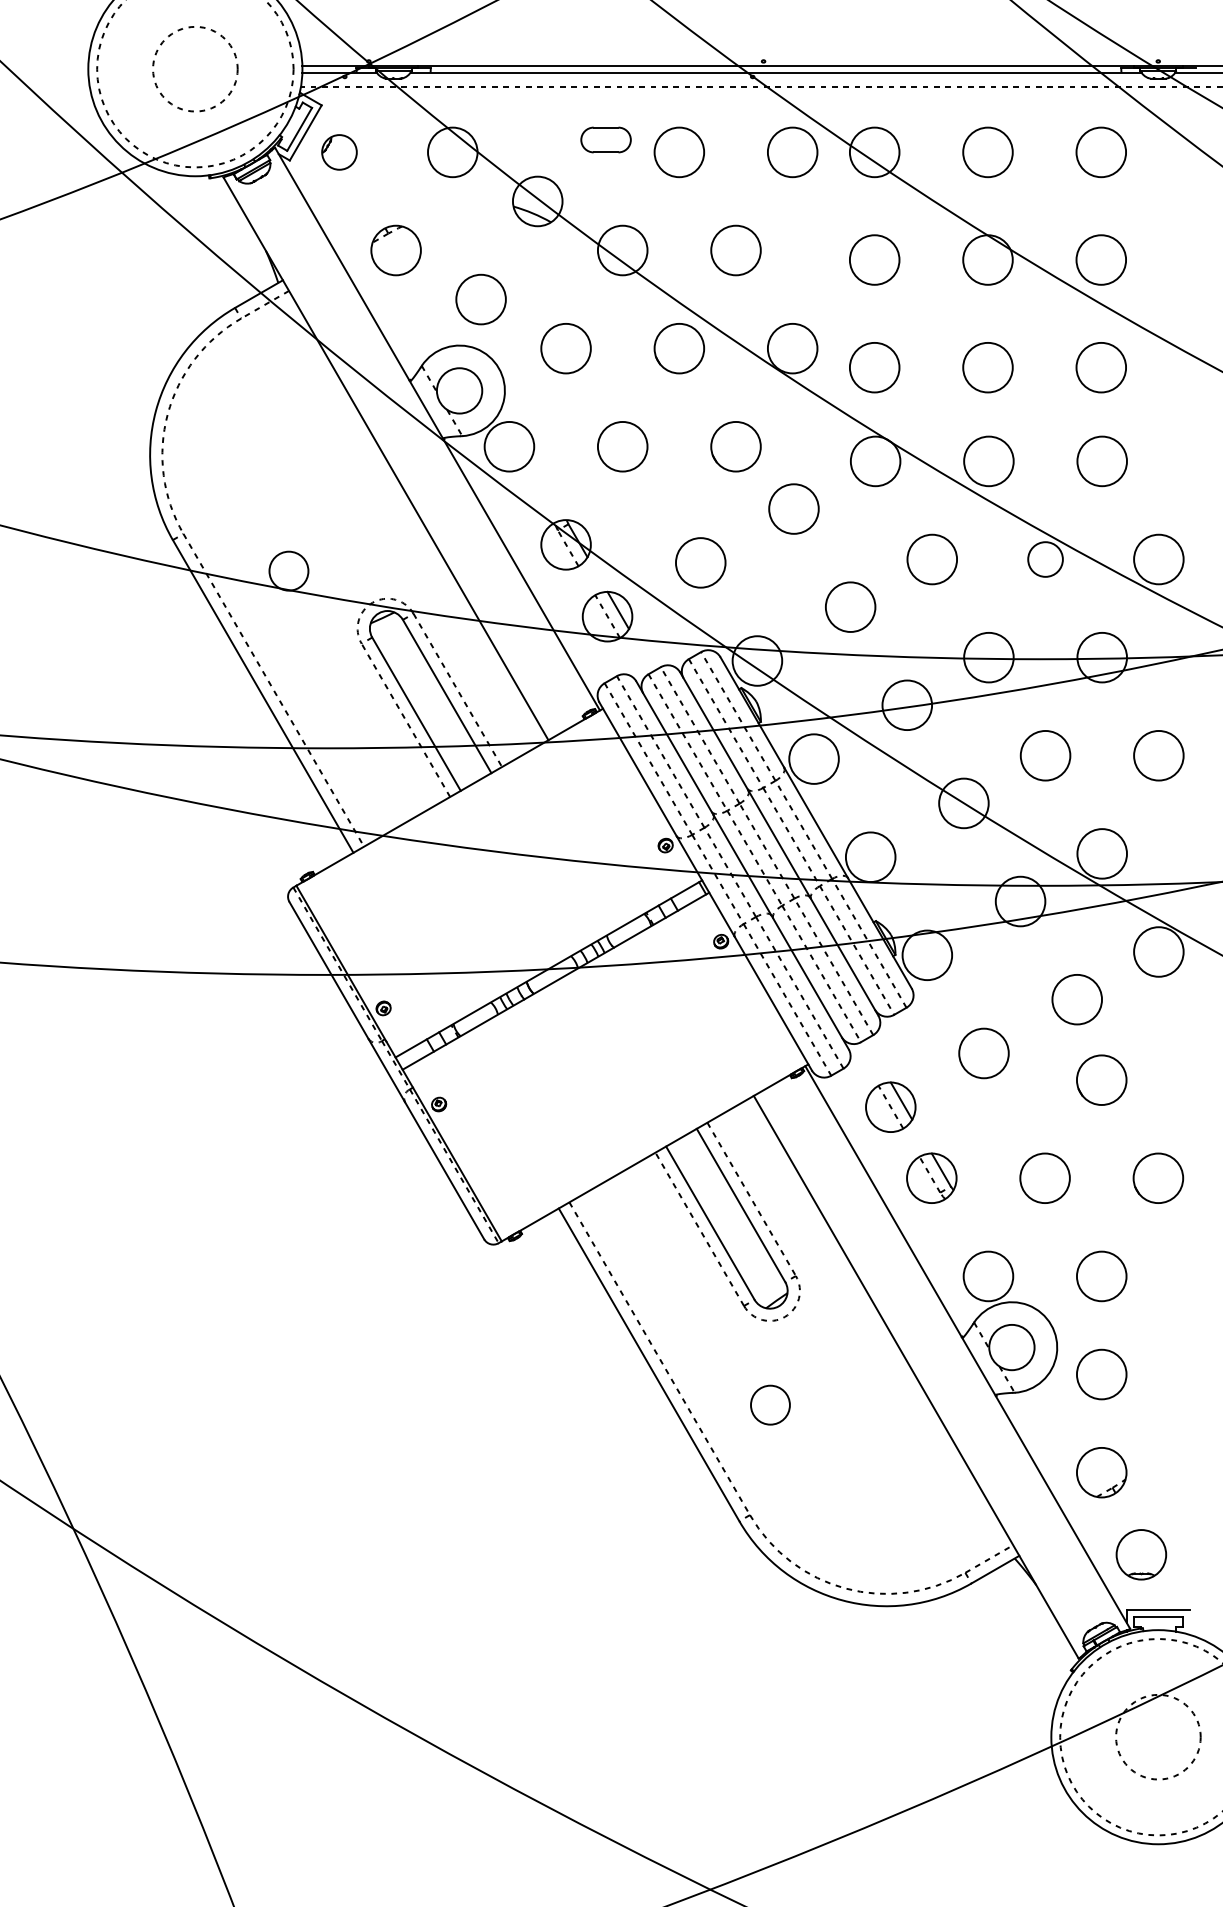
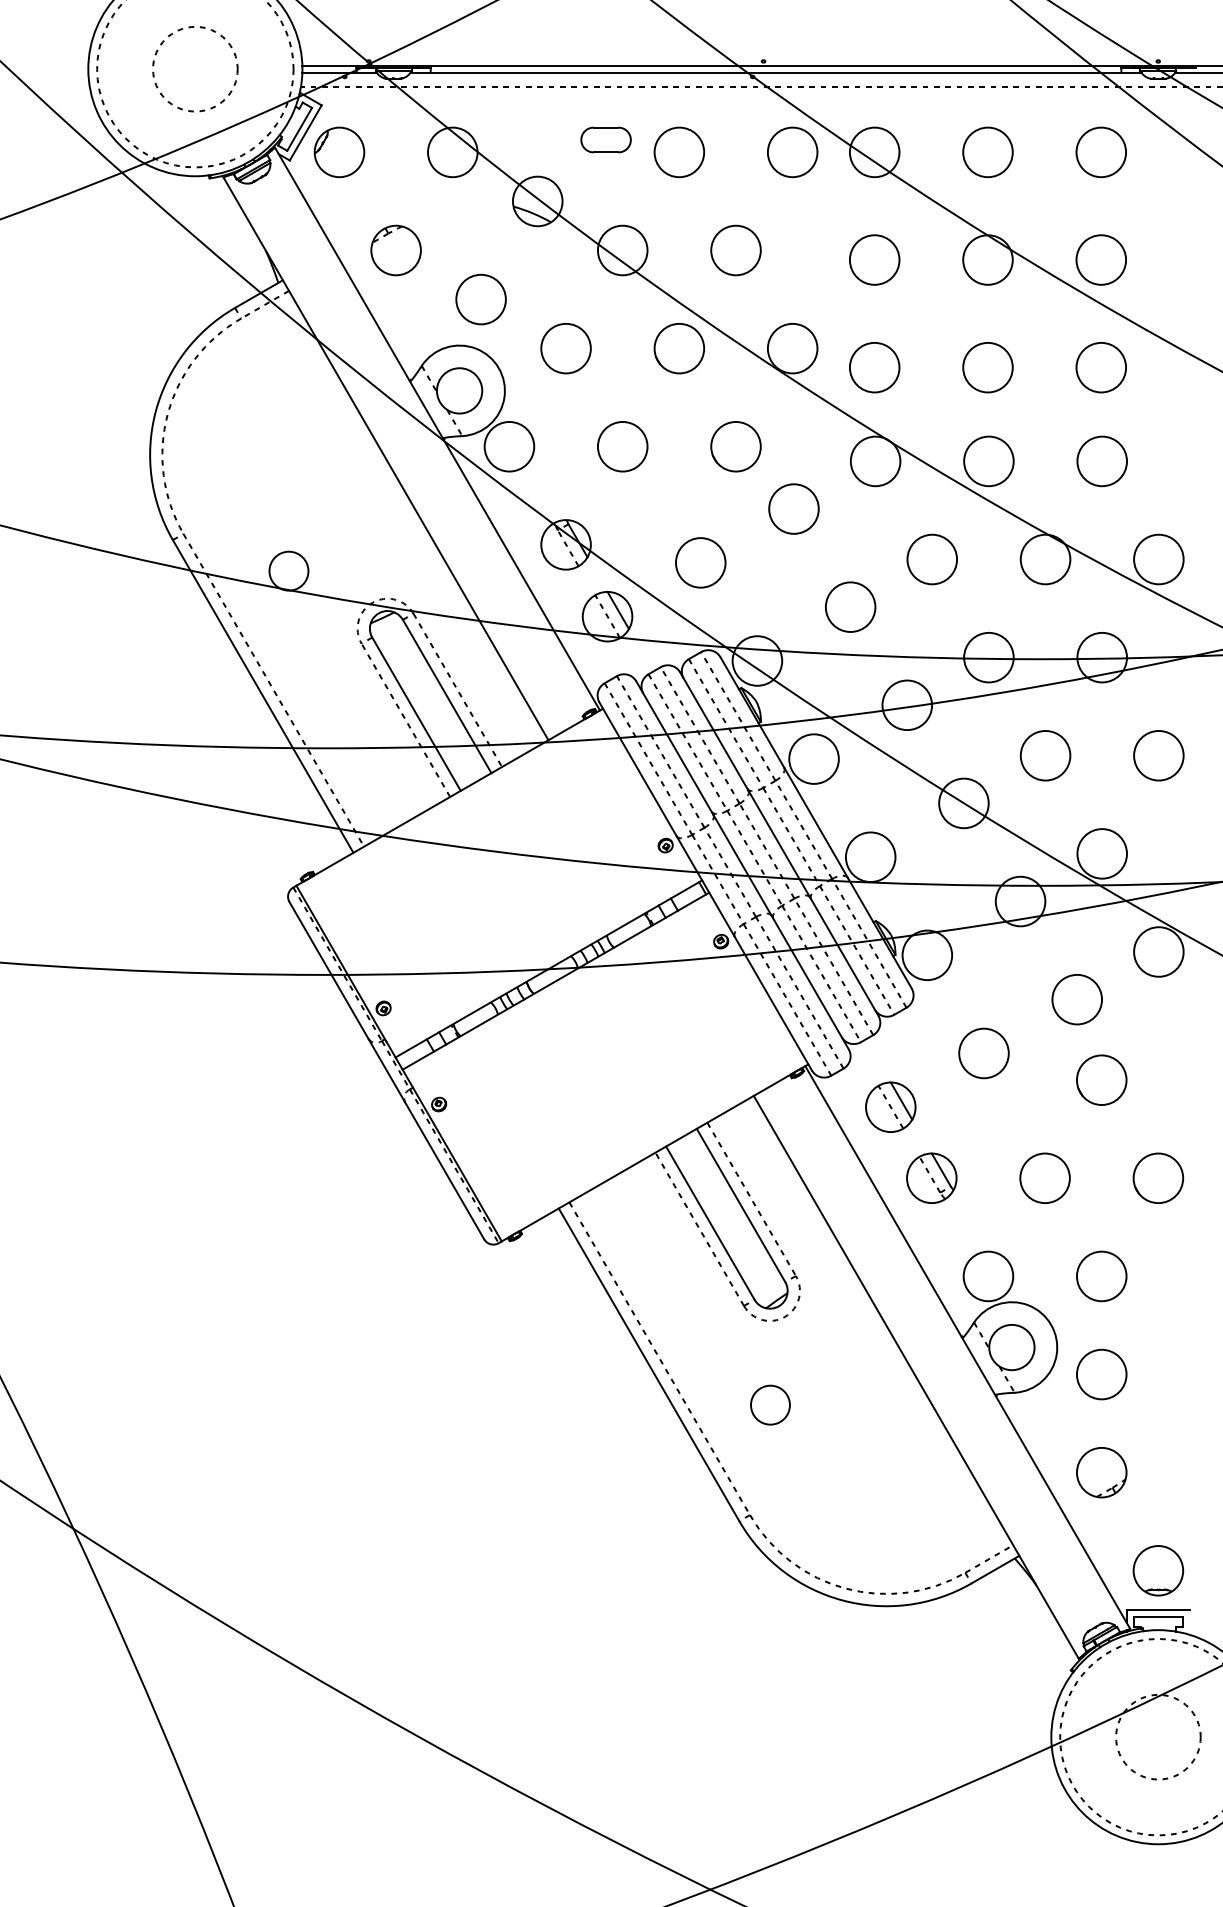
part at (339, 152) size: 37x37 px -> 53x53 px
circle at (1045, 559) diameter: 35 px -> 50 px
part at (1141, 1554) position: (1141, 1554) -> (1158, 1570)
